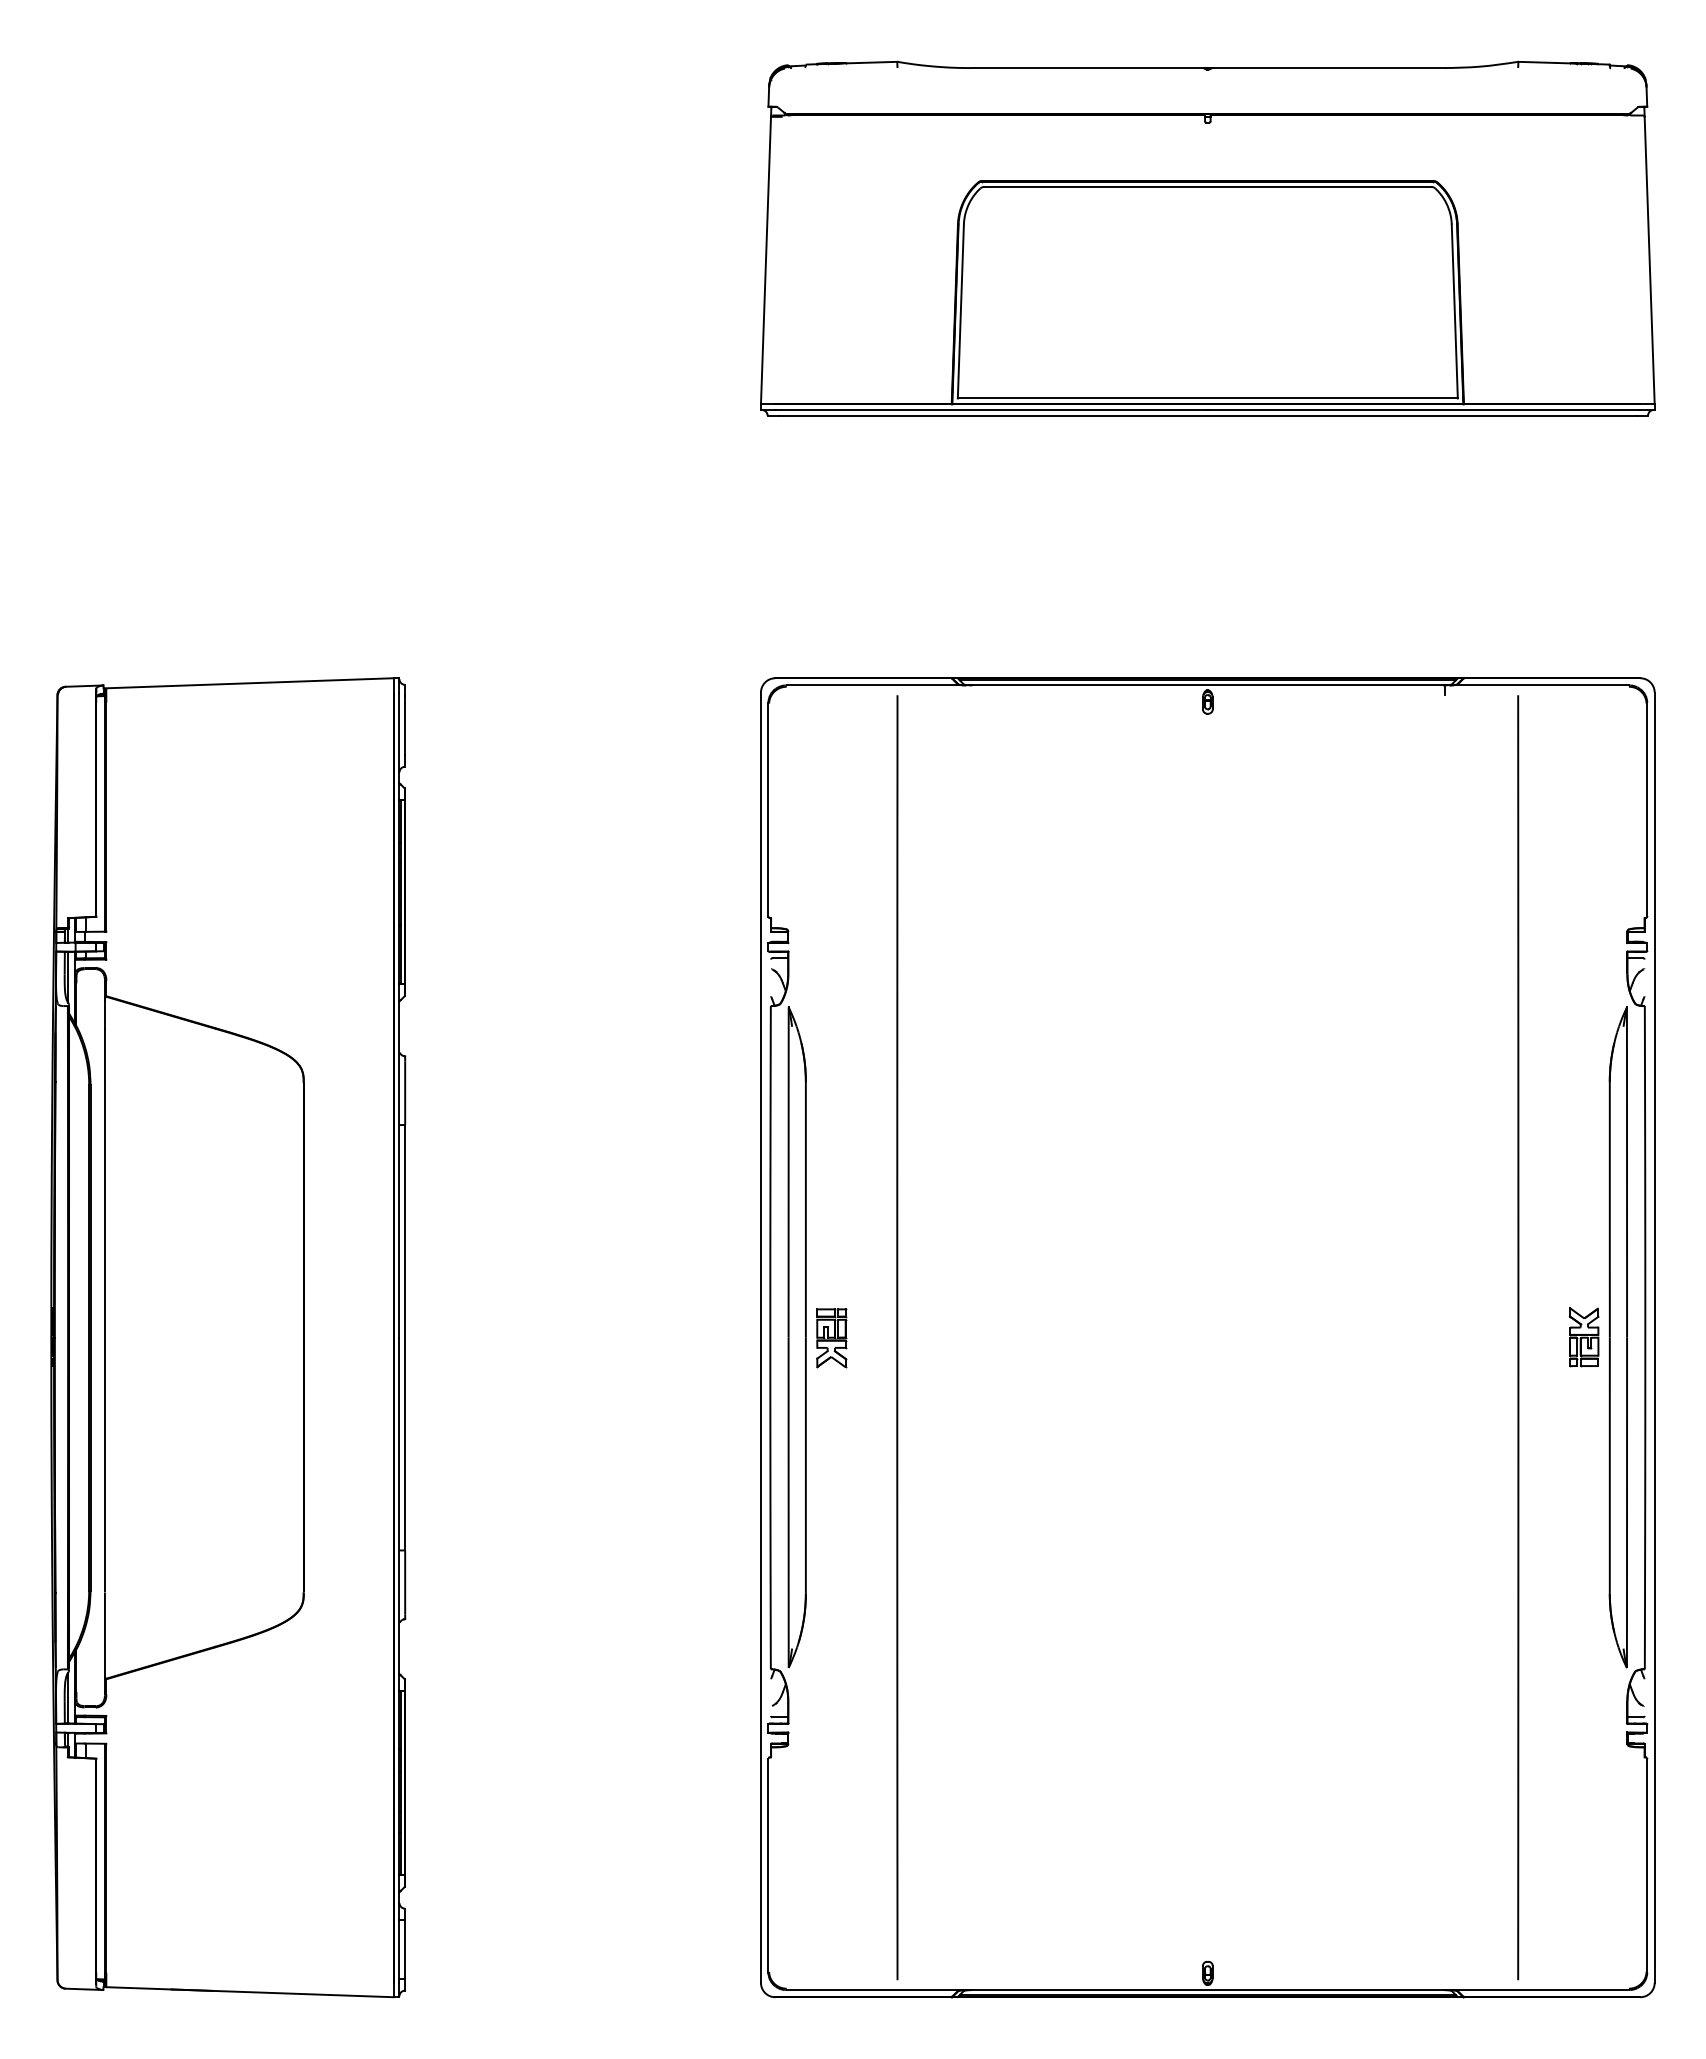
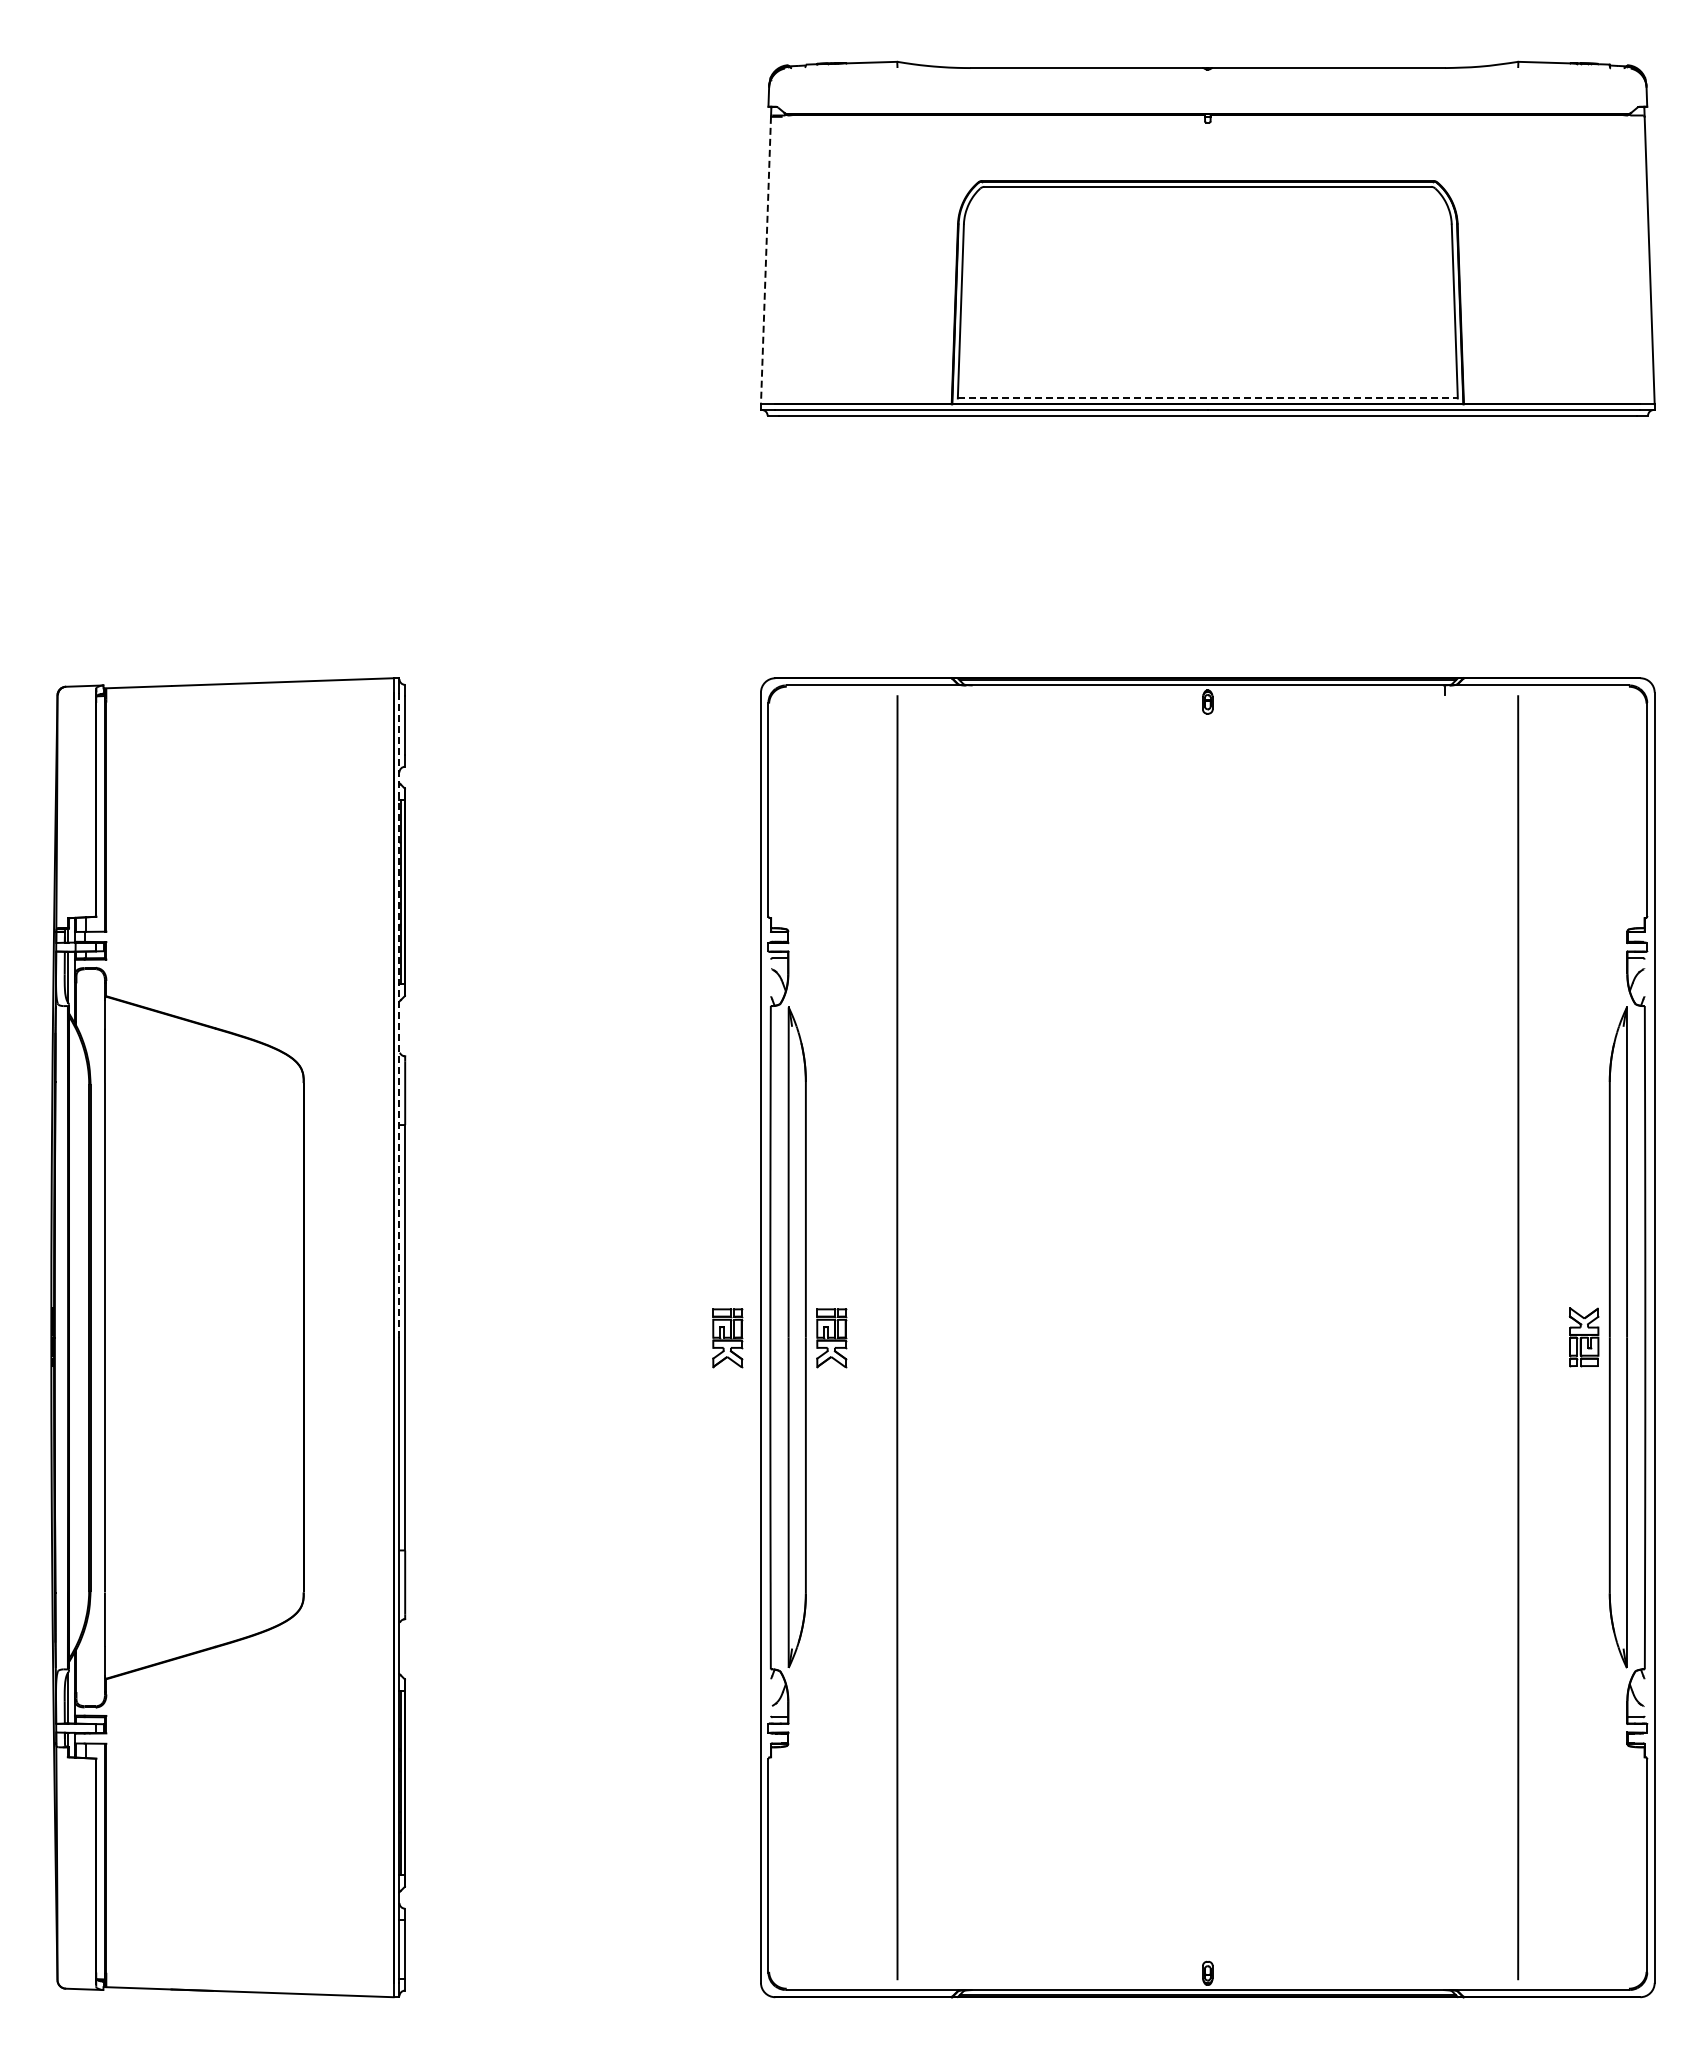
line at (765, 260): solid -> dashed
line at (1207, 398): solid -> dashed
line at (399, 1015): solid -> dashed
part at (727, 1338): none -> present
